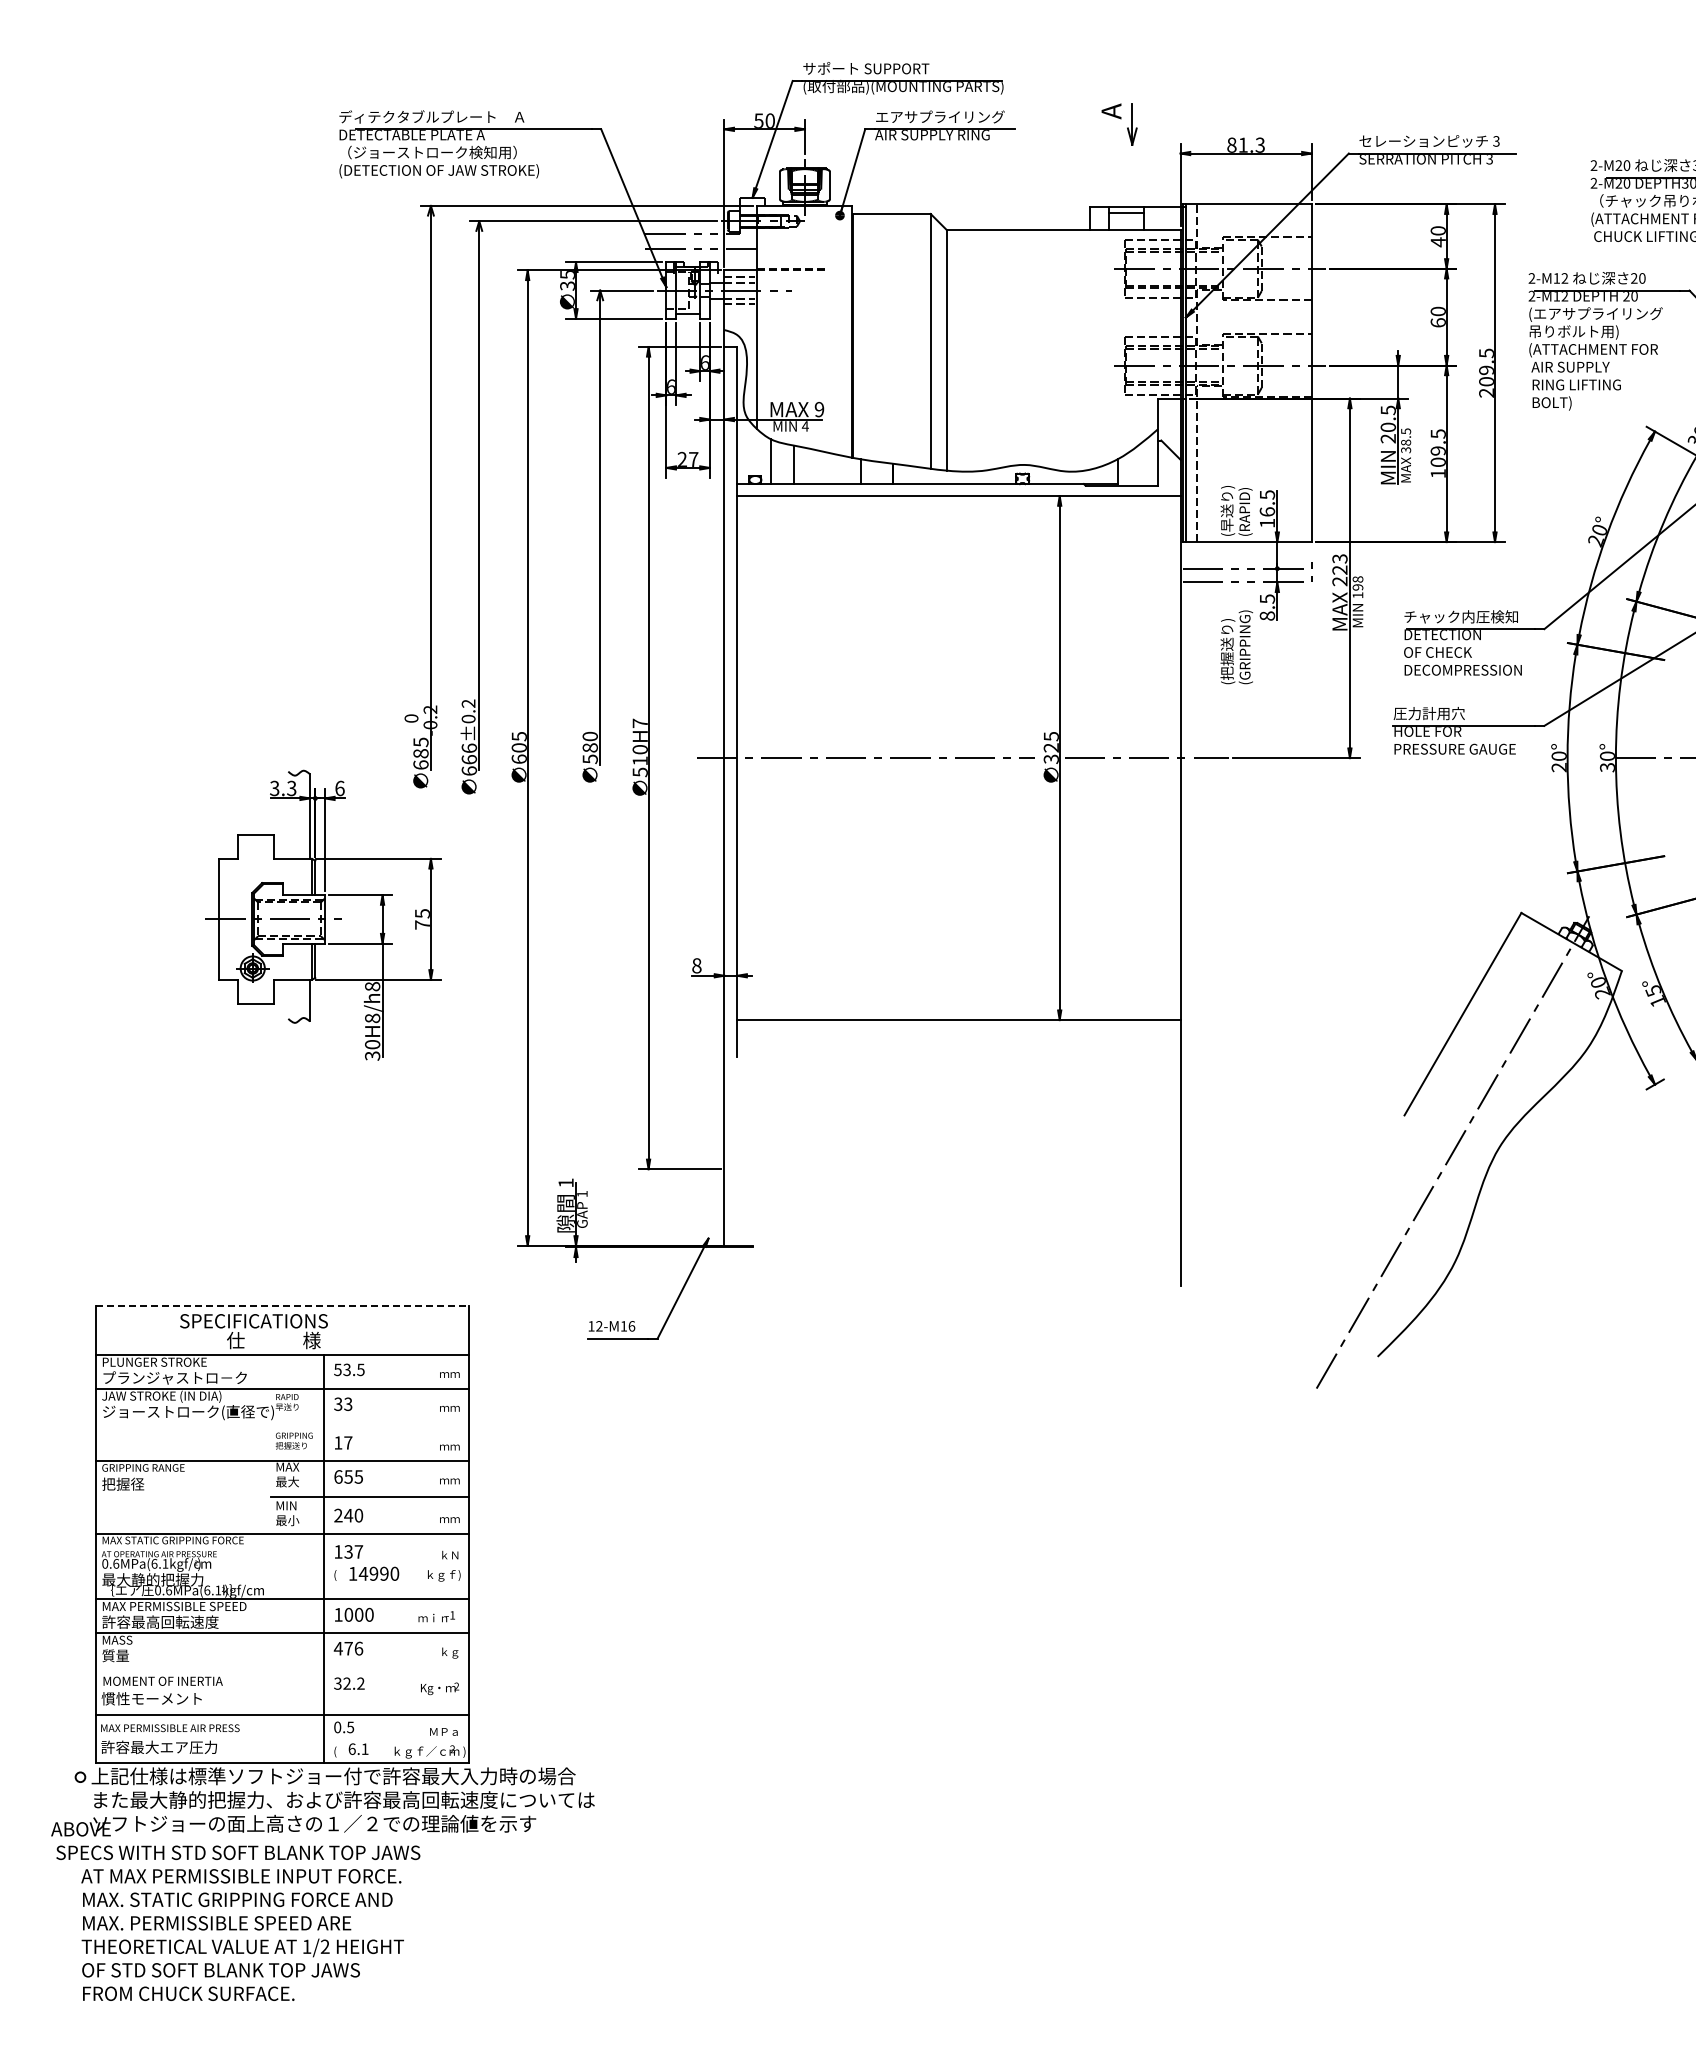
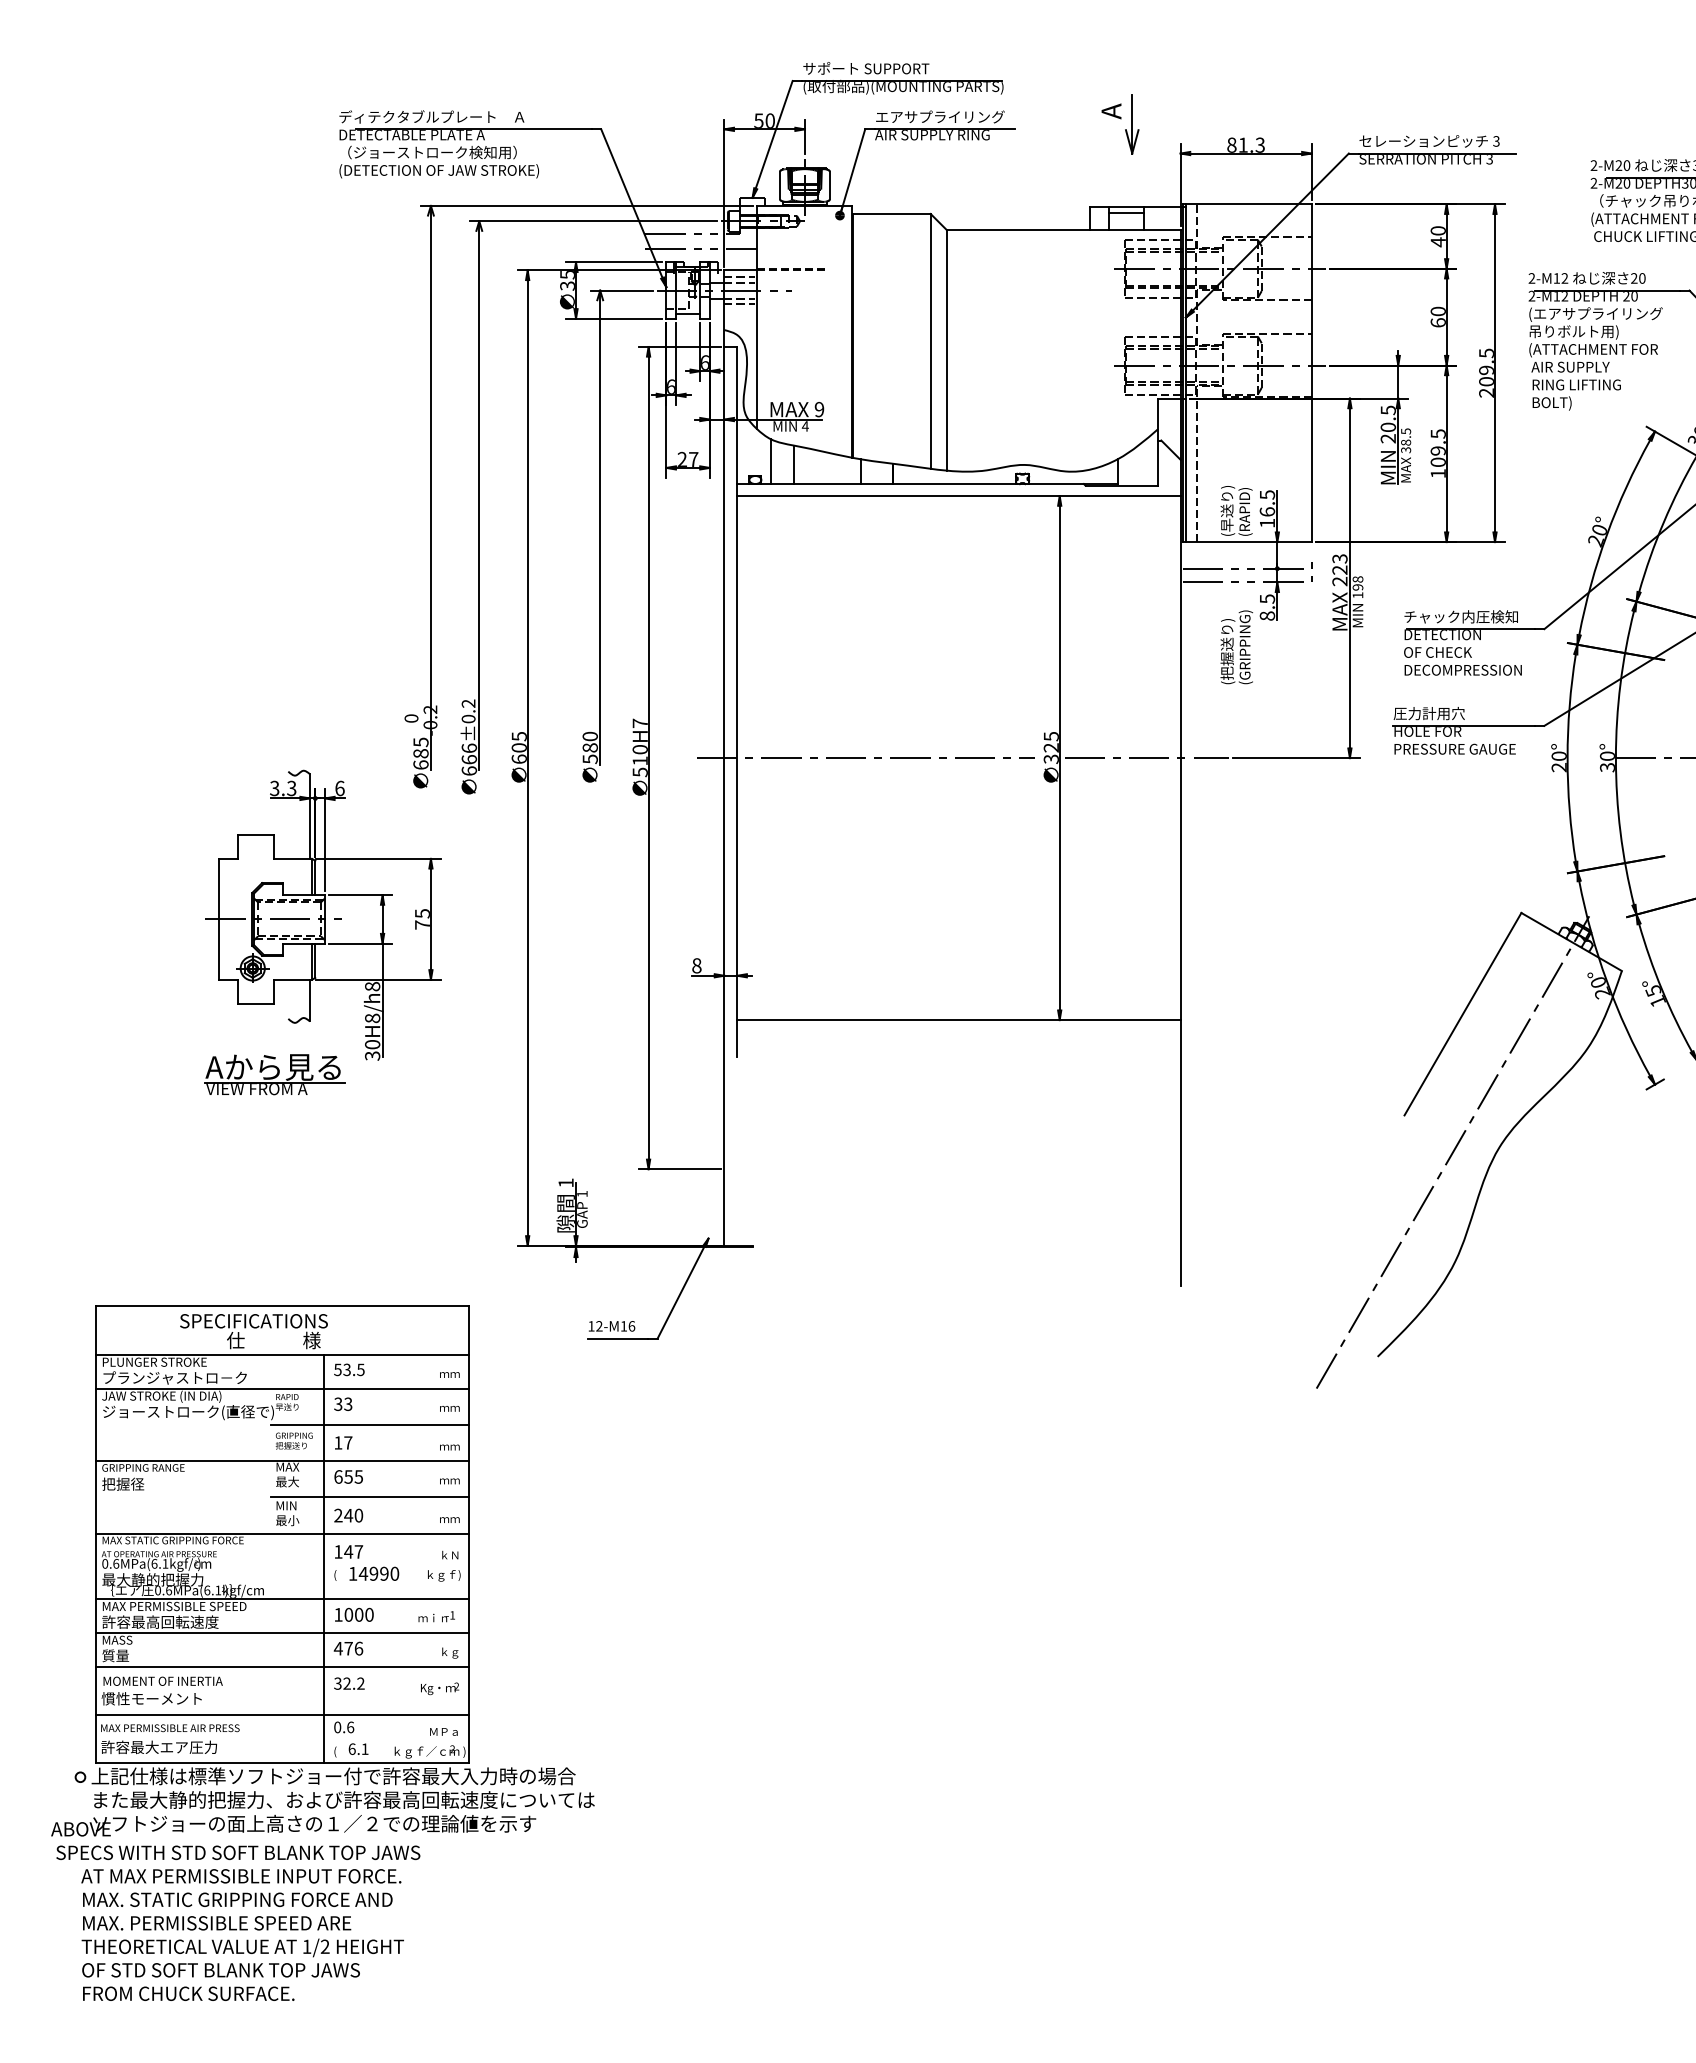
part at (1132, 124) size: 11x43 px -> 15x61 px
part at (274, 1074): none -> present
line at (283, 1306): dashed -> solid
line at (369, 1424): none -> present
text at (348, 1551): 137 -> 147
line at (282, 1666): none -> present
text at (350, 1727): 0.5 -> 0.6
